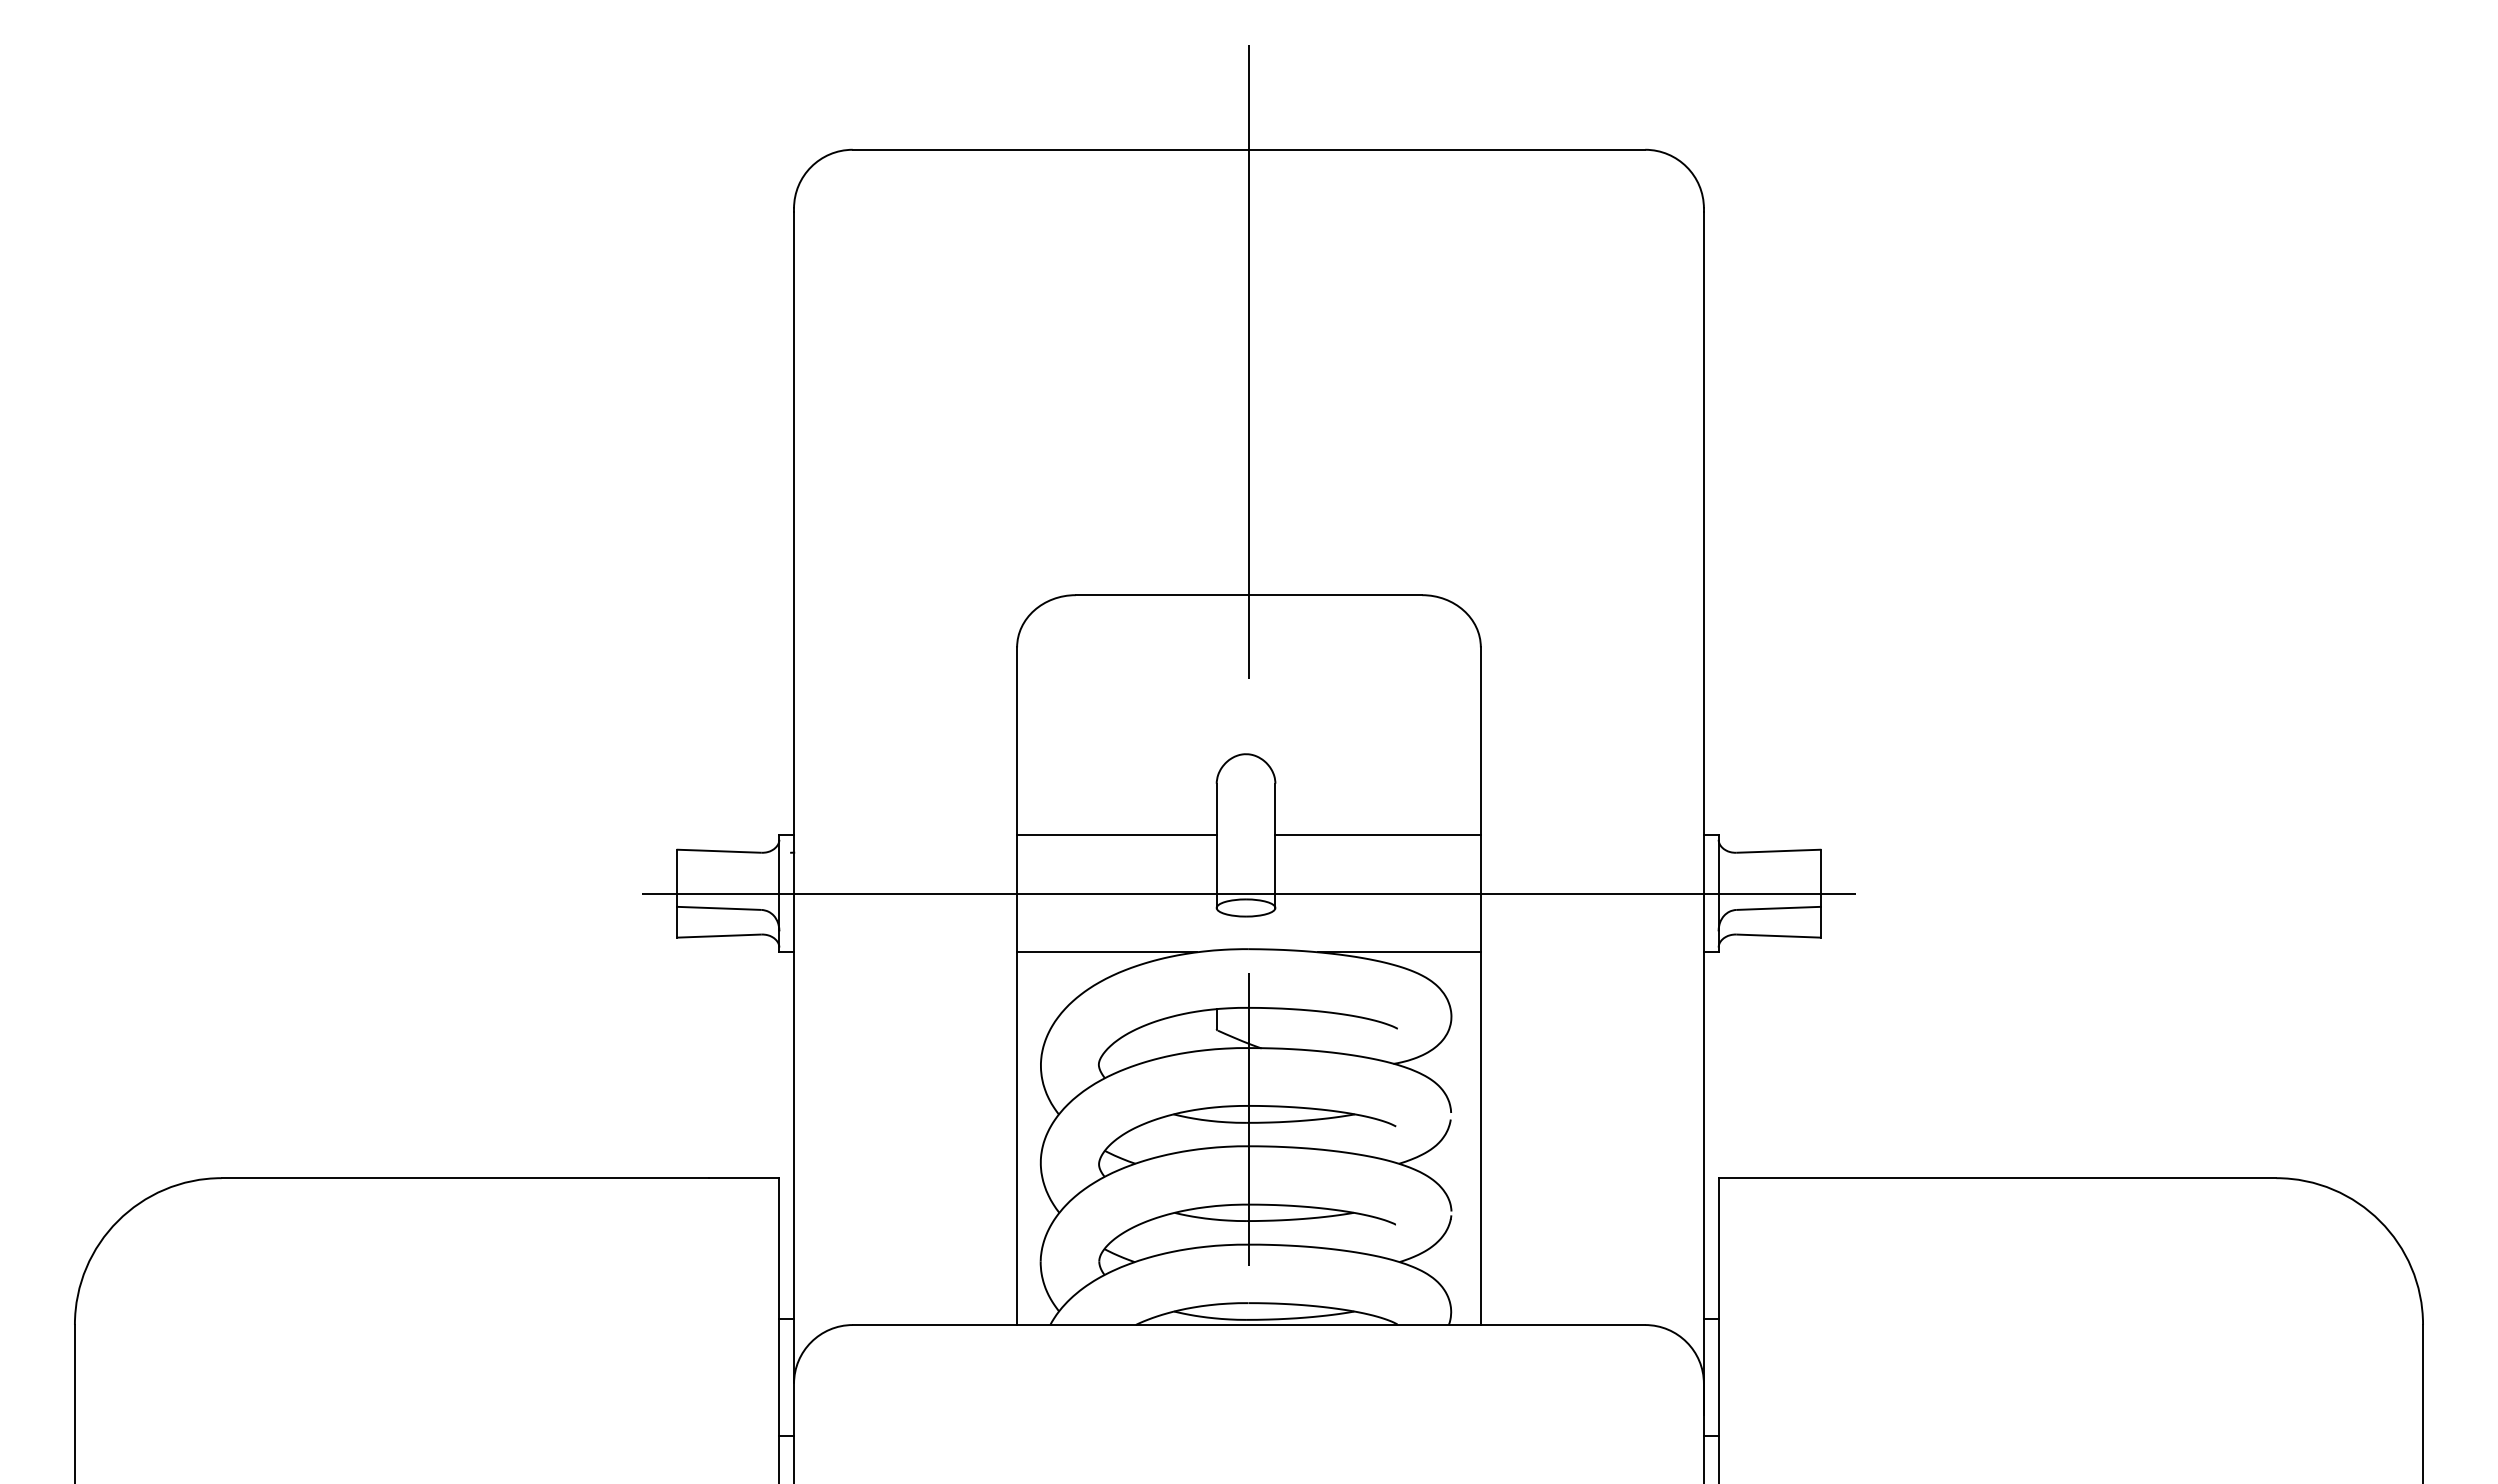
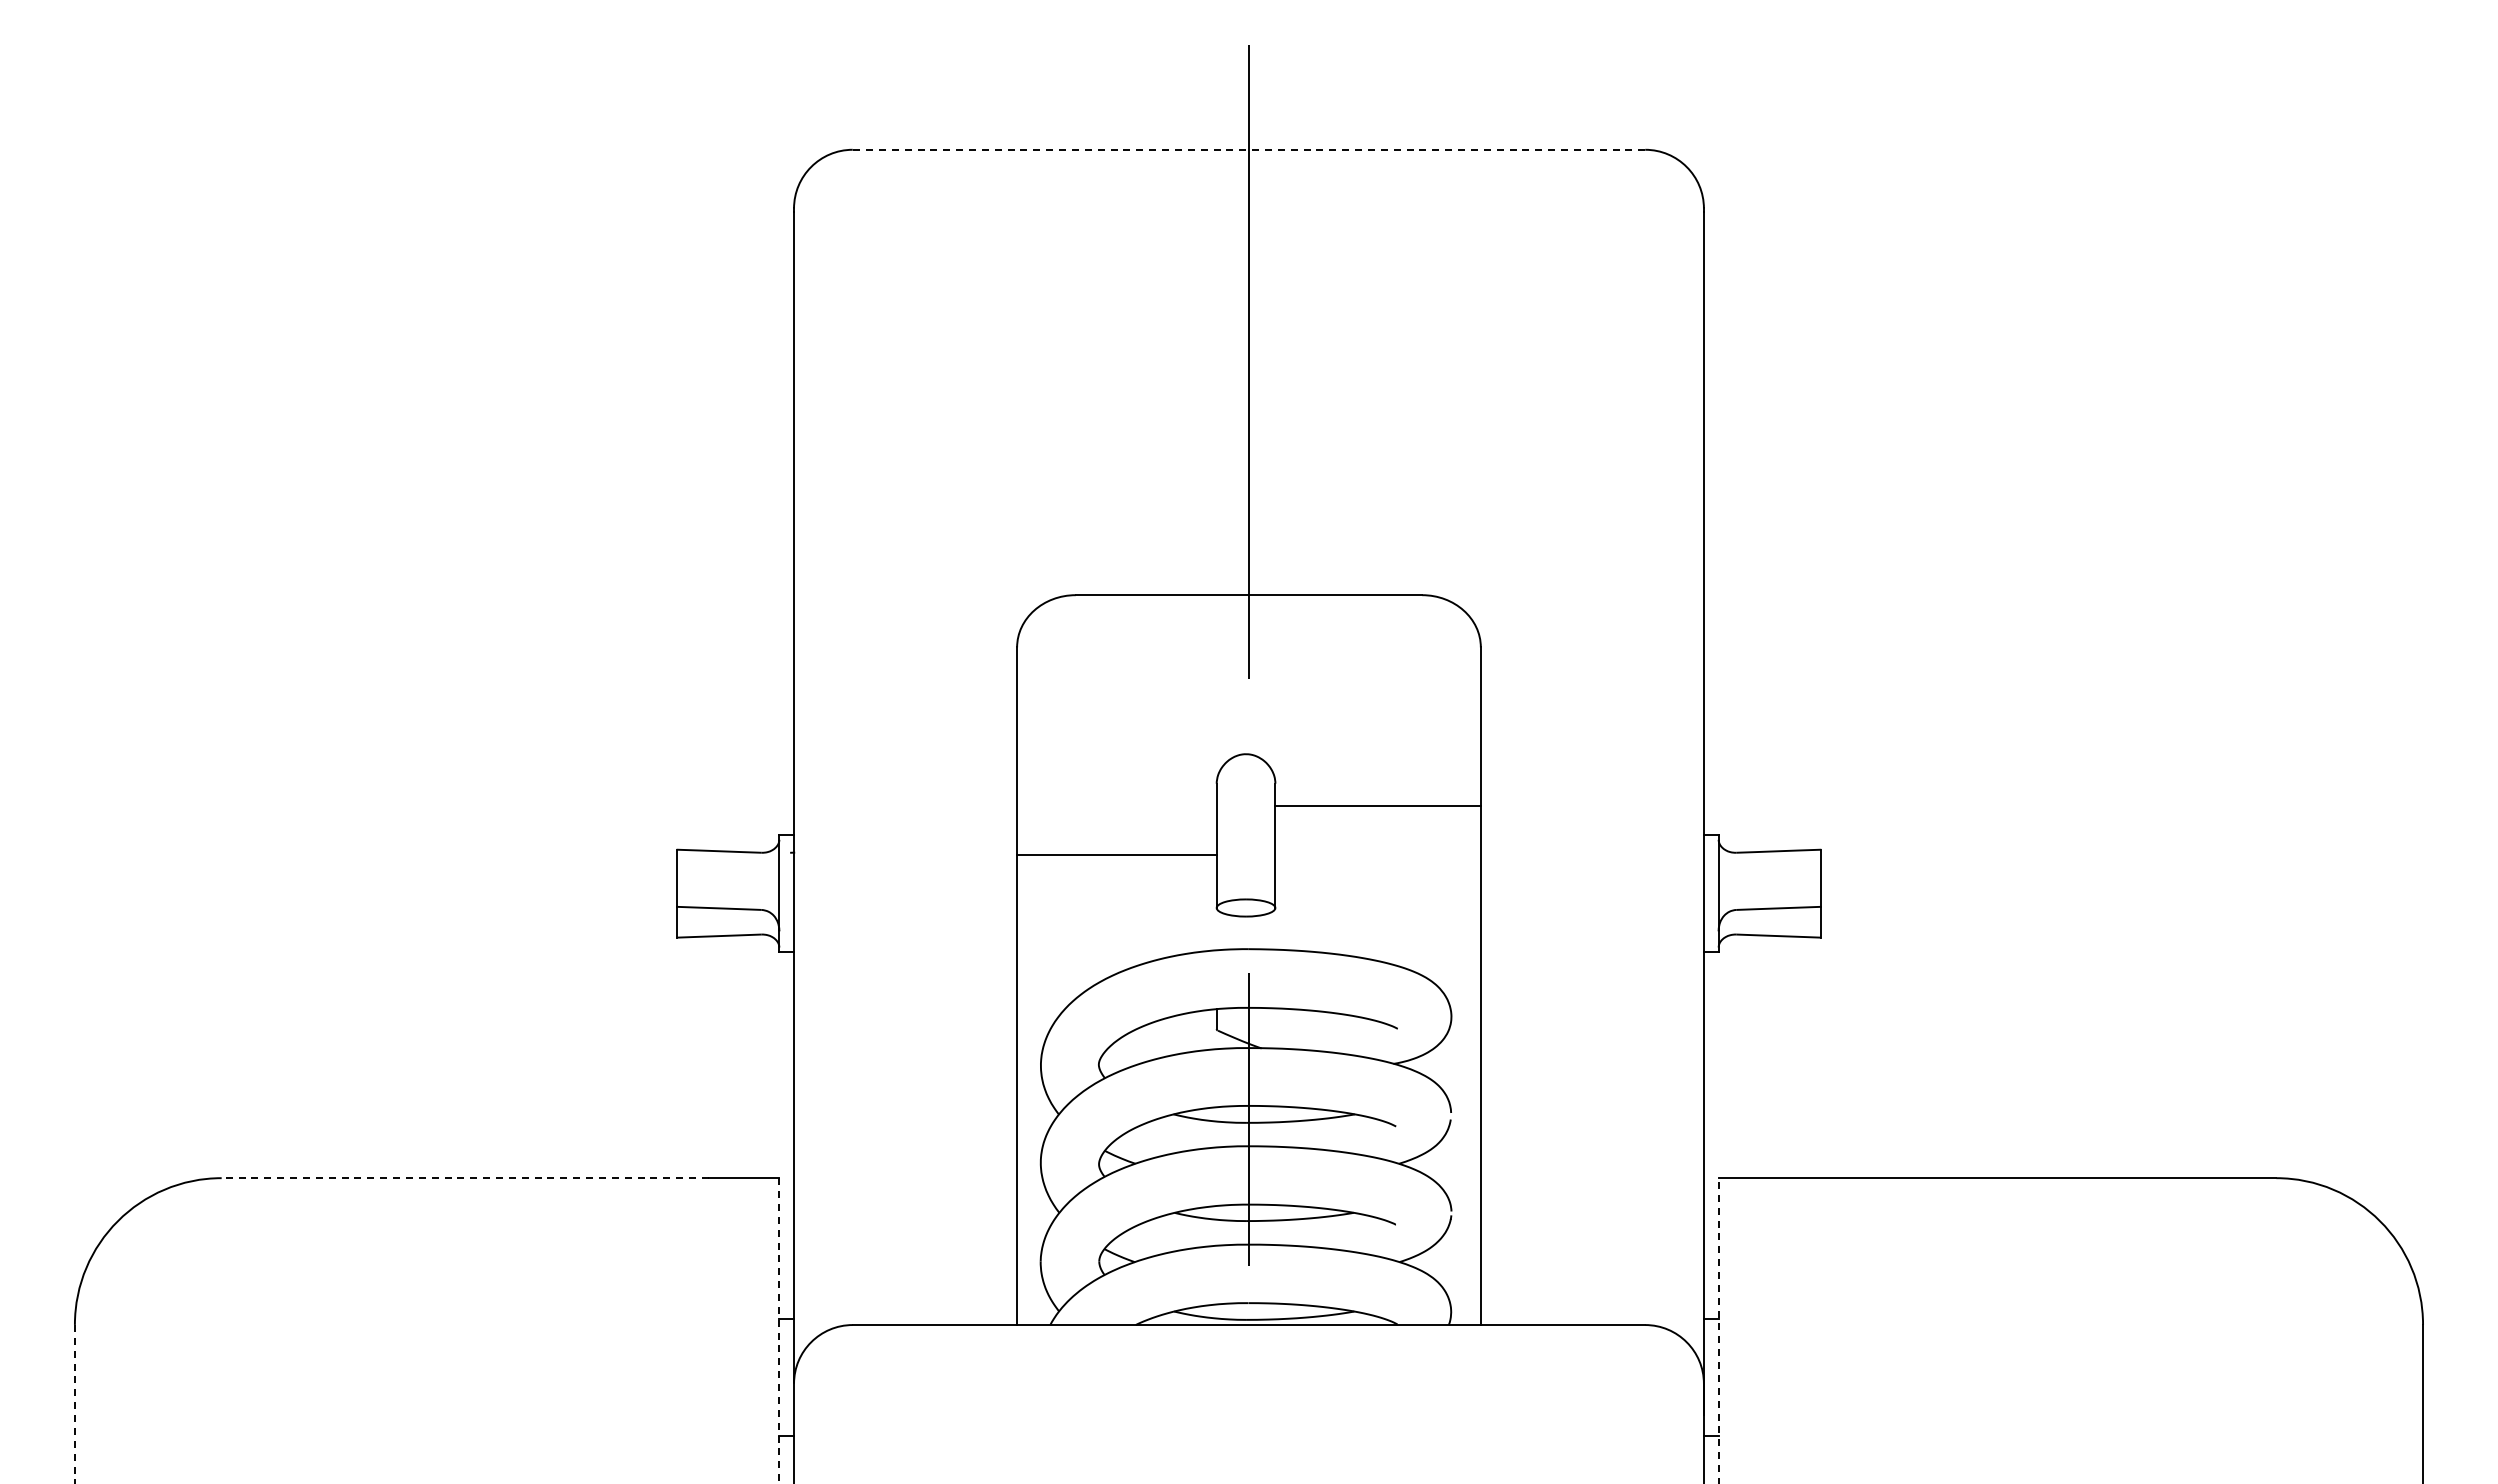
line at (1248, 149): solid -> dashed
line at (1116, 834) position: (1116, 834) -> (1116, 854)
line at (1377, 834) position: (1377, 834) -> (1377, 805)
line at (1249, 893): present -> none
line at (1107, 952): present -> none
line at (1399, 952): present -> none
line at (465, 1178): solid -> dashed
line at (1718, 1330): solid -> dashed
line at (779, 1331): solid -> dashed
line at (74, 1404): solid -> dashed
